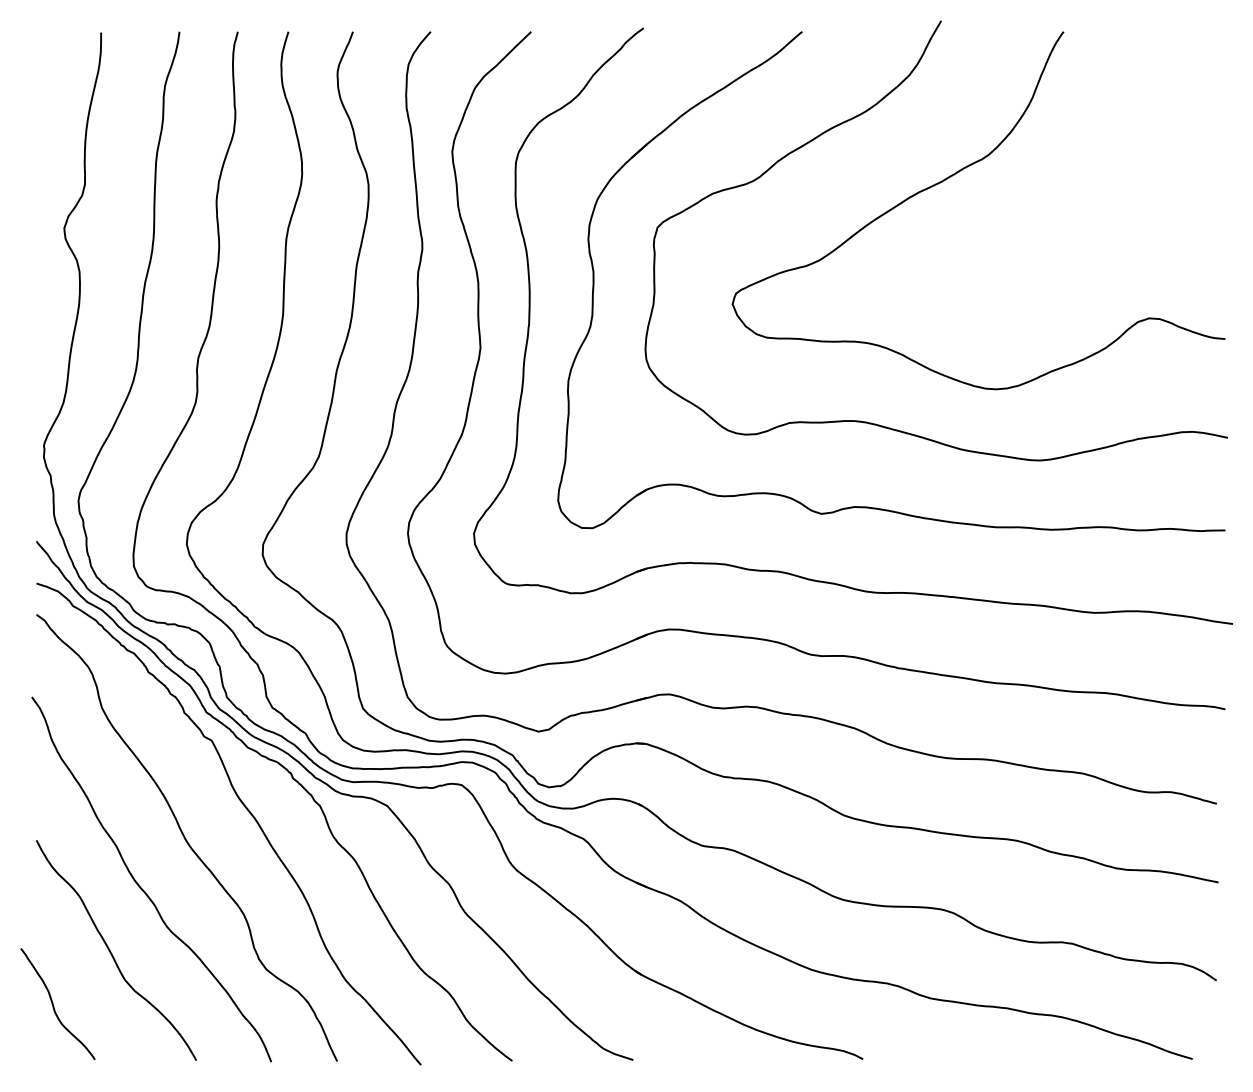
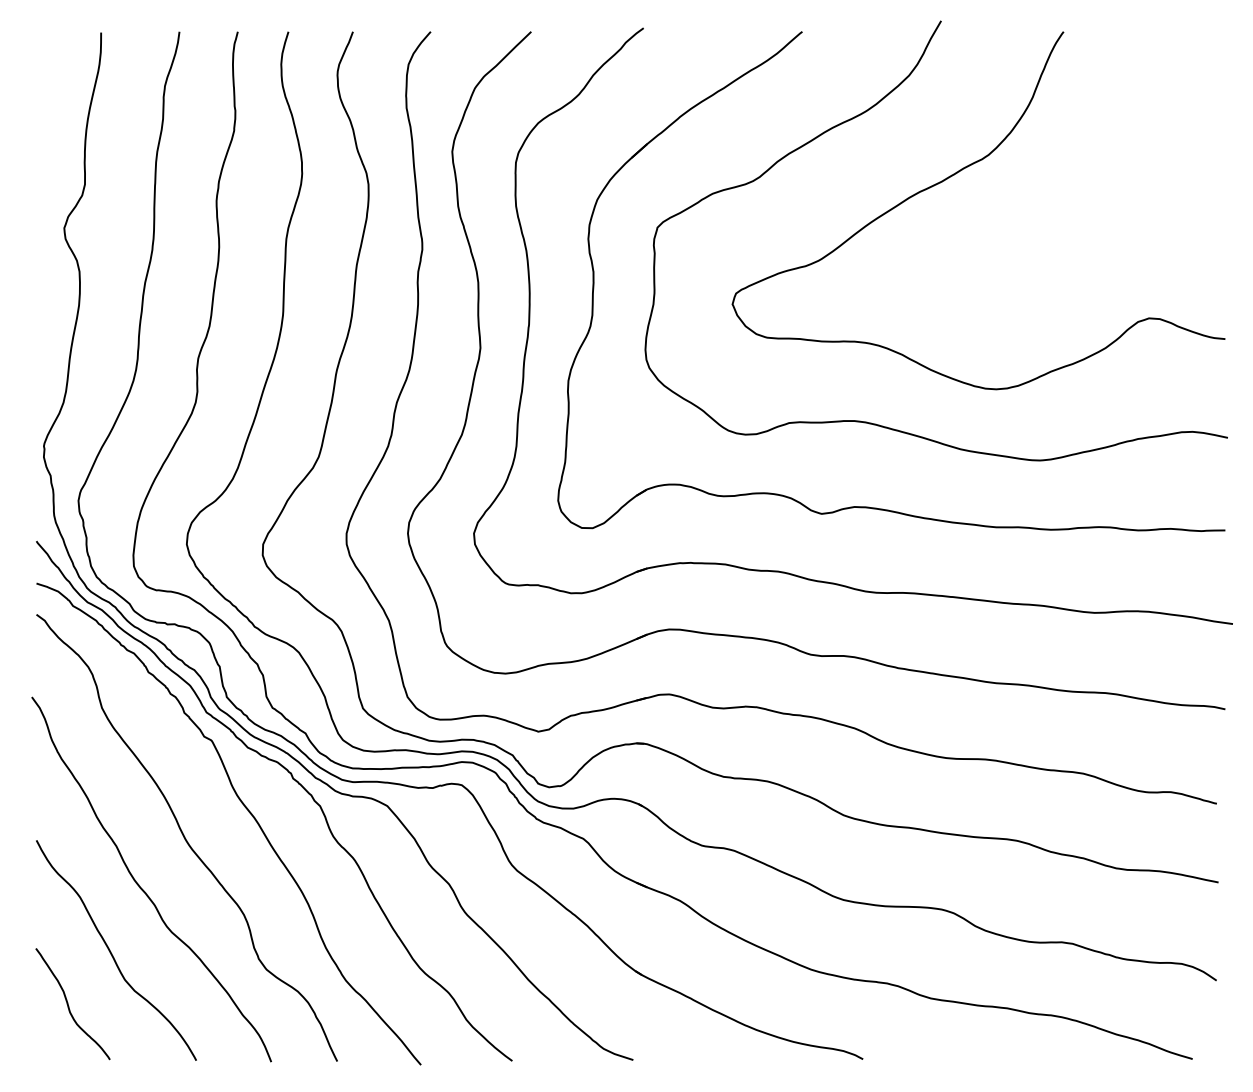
curve at (54, 1006) position: (54, 1006) -> (69, 1006)
